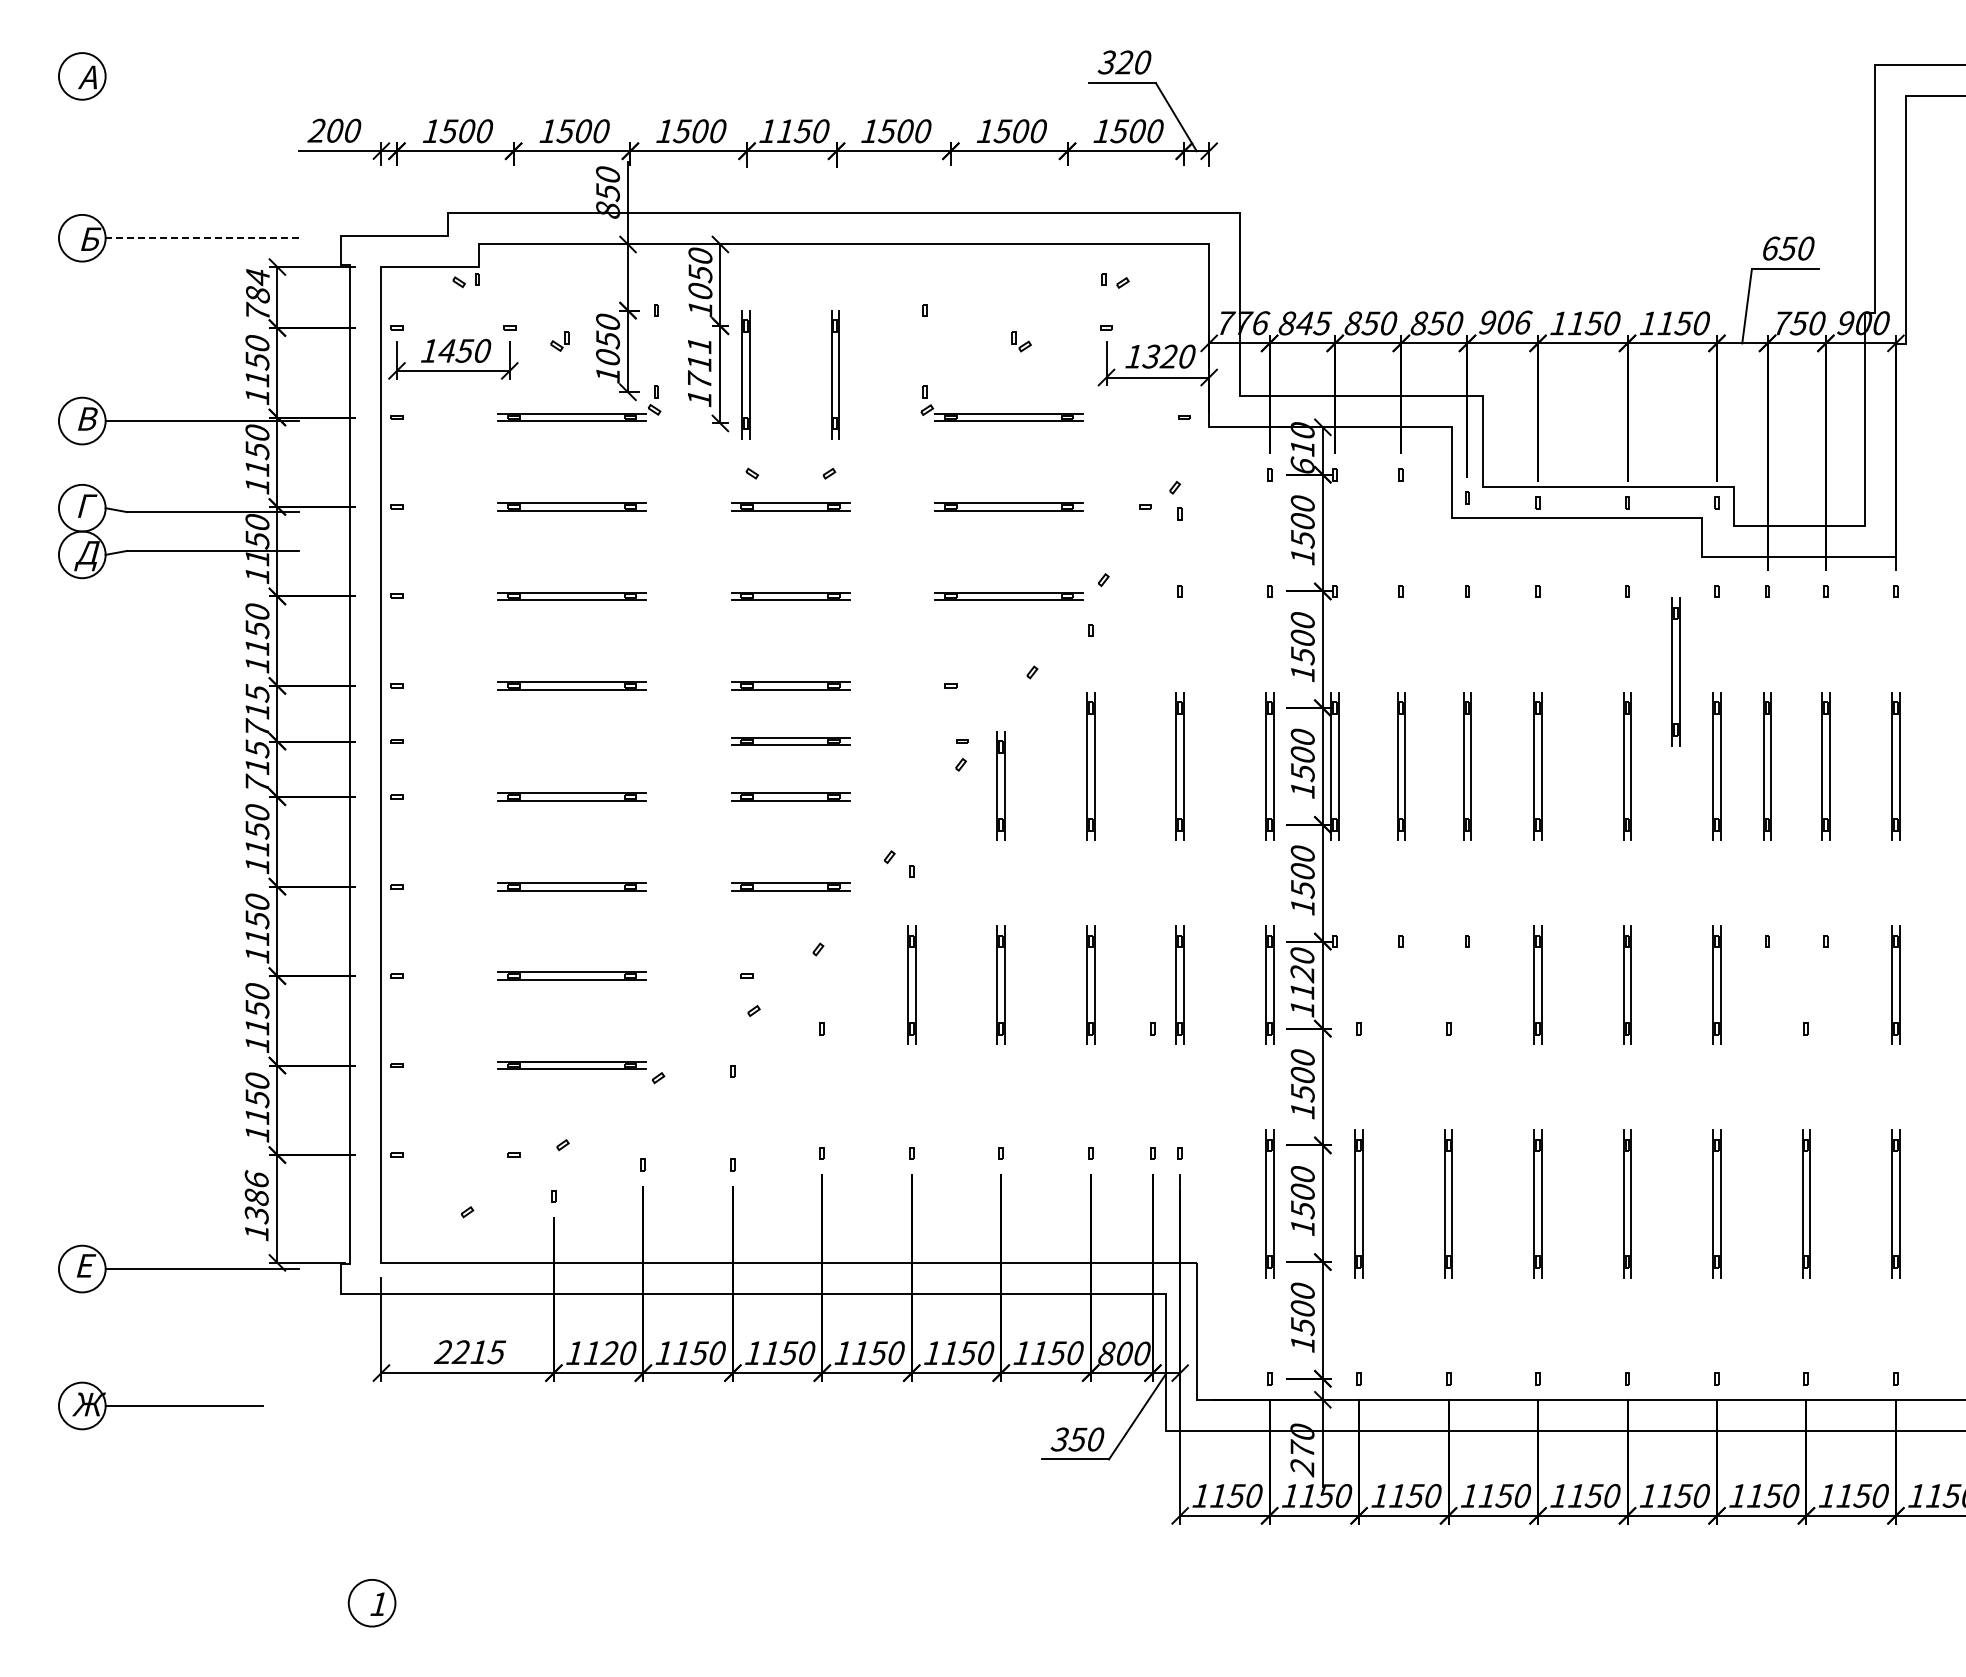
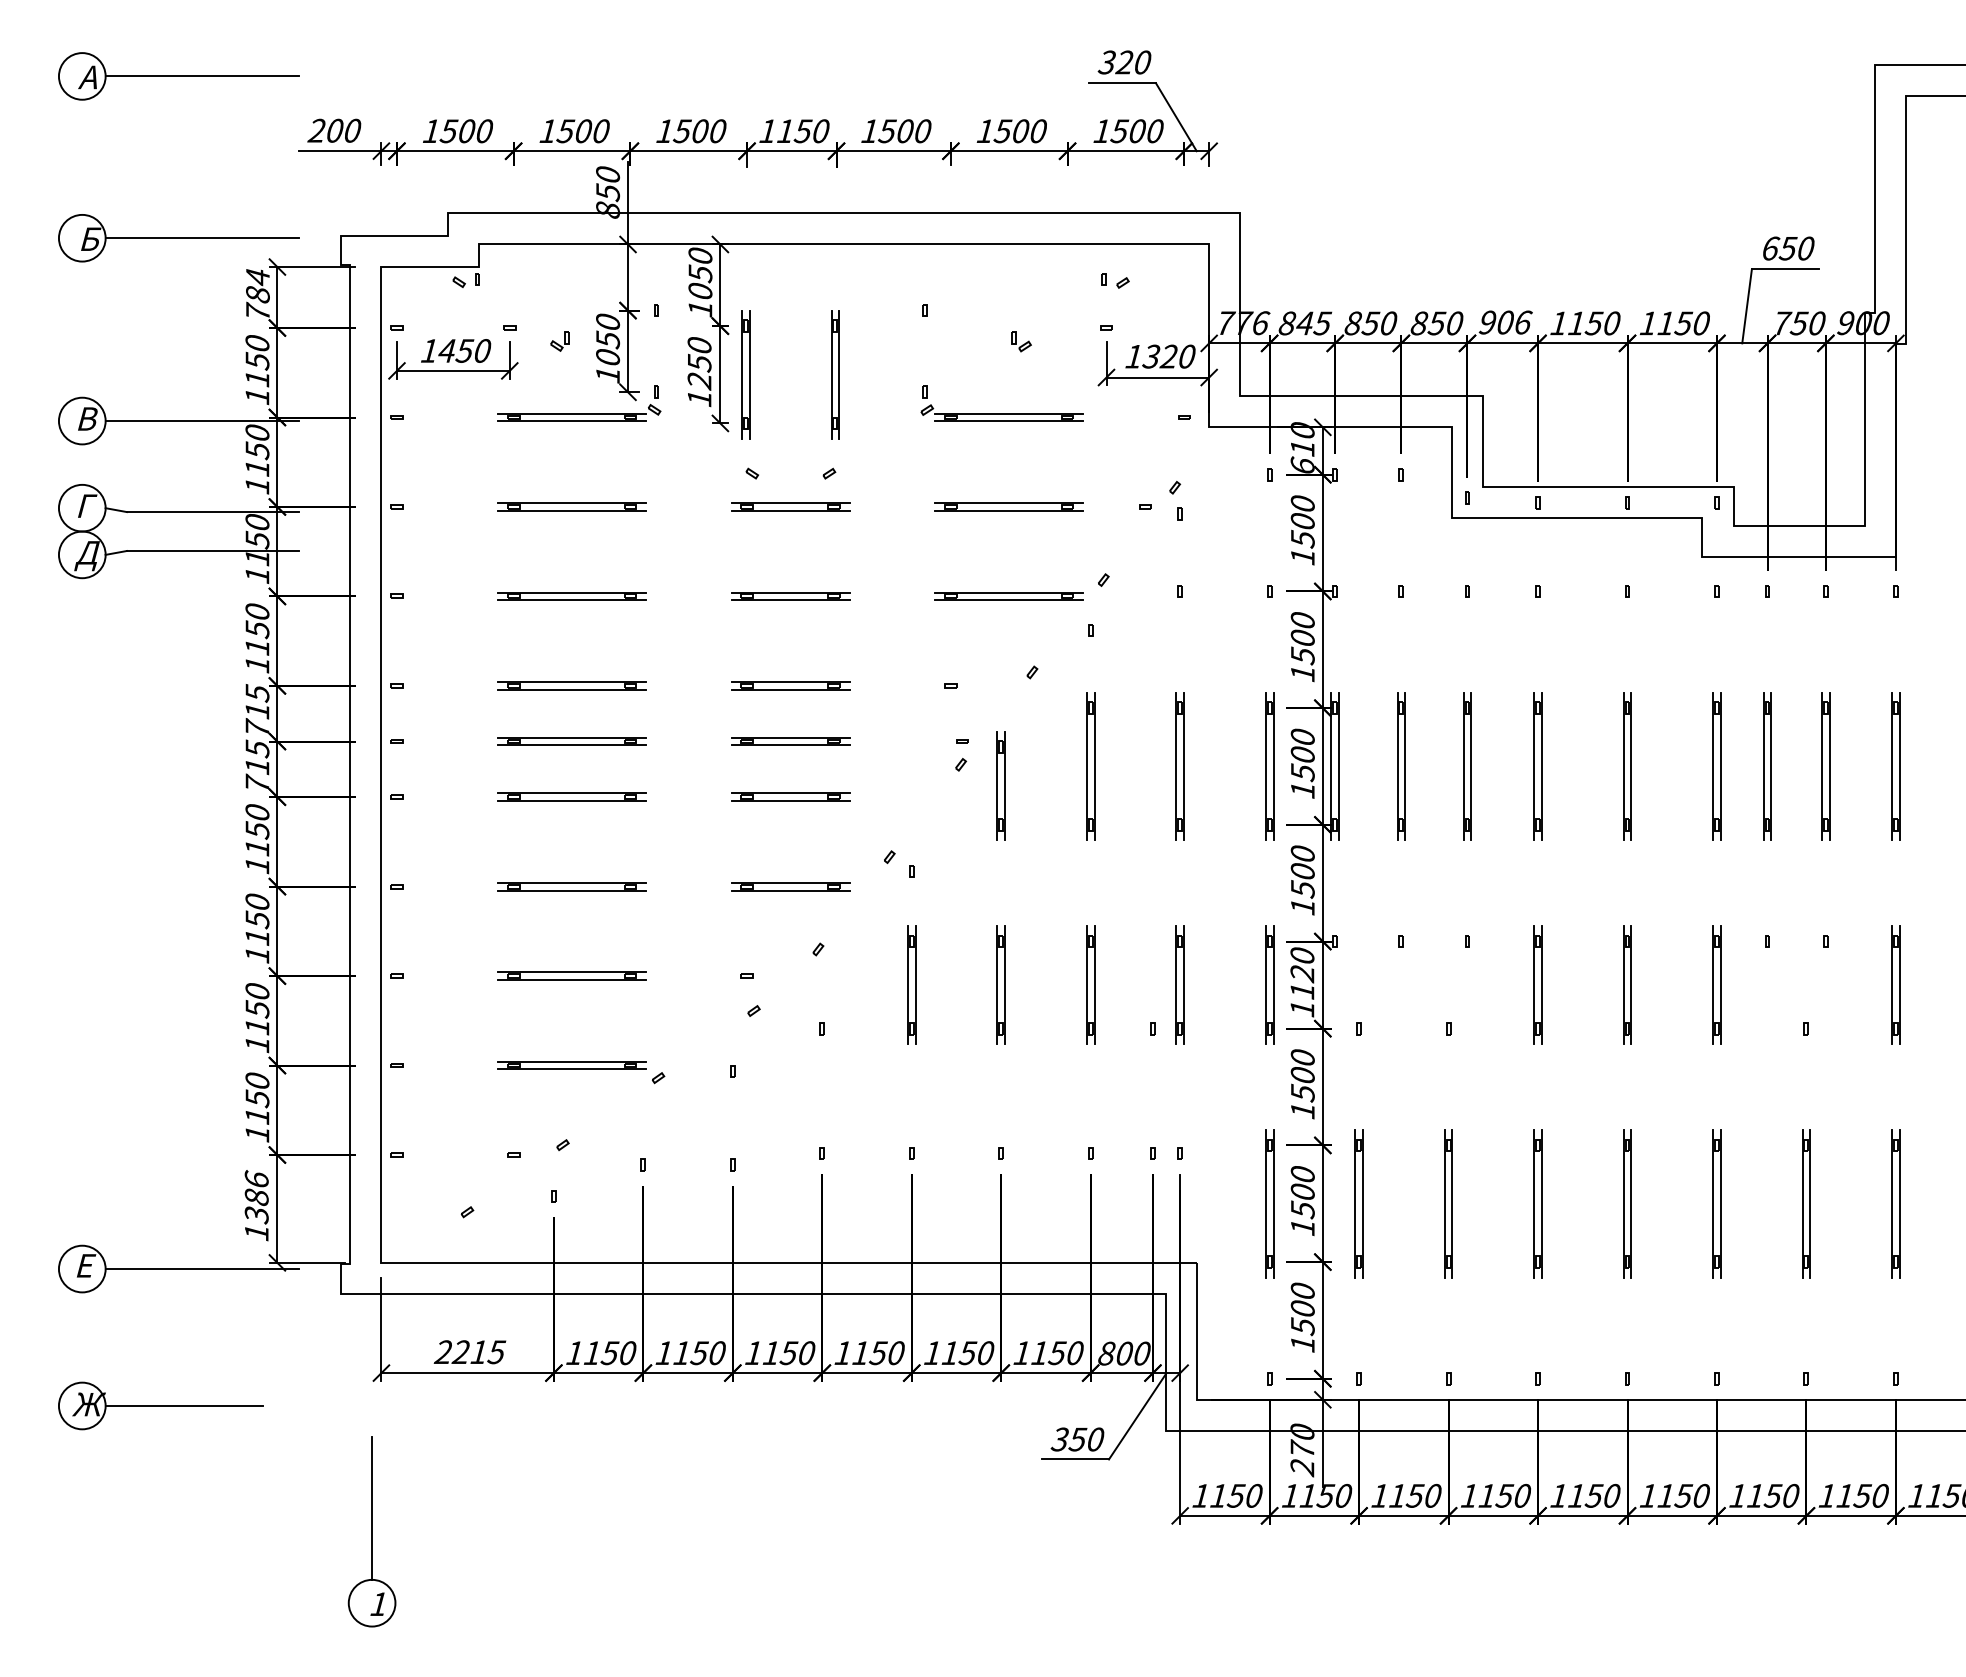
line at (202, 76): none -> present
line at (202, 238): dashed -> solid
text at (699, 363): 1711 -> 1250
part at (1675, 671): present -> none
part at (571, 741): none -> present
text at (609, 1353): 1120 -> 1150
line at (372, 1508): none -> present
